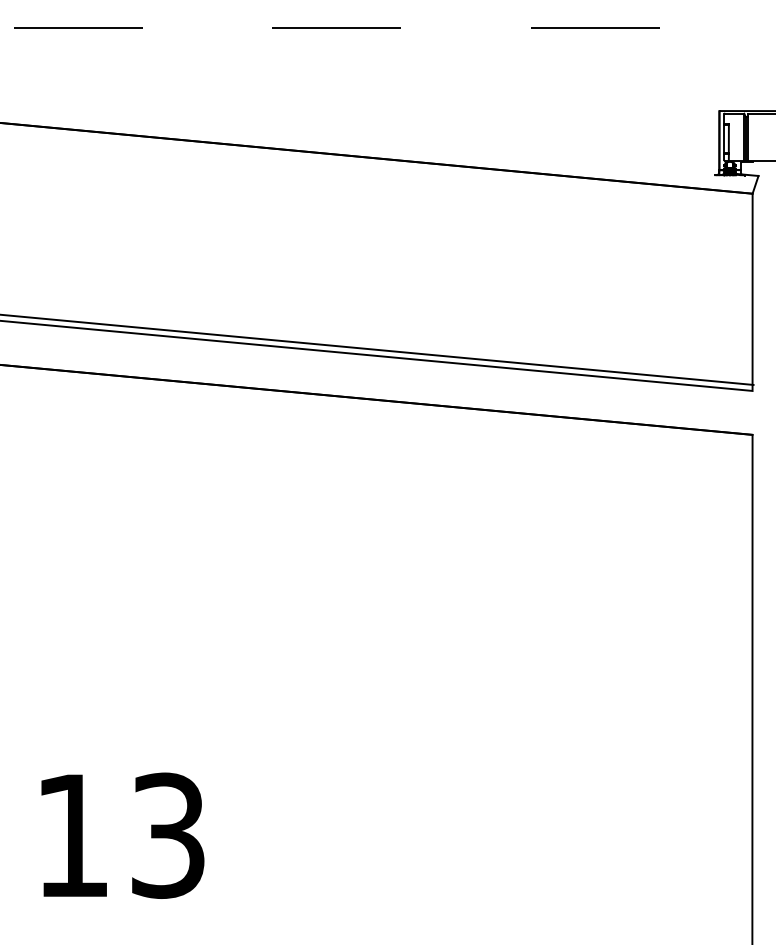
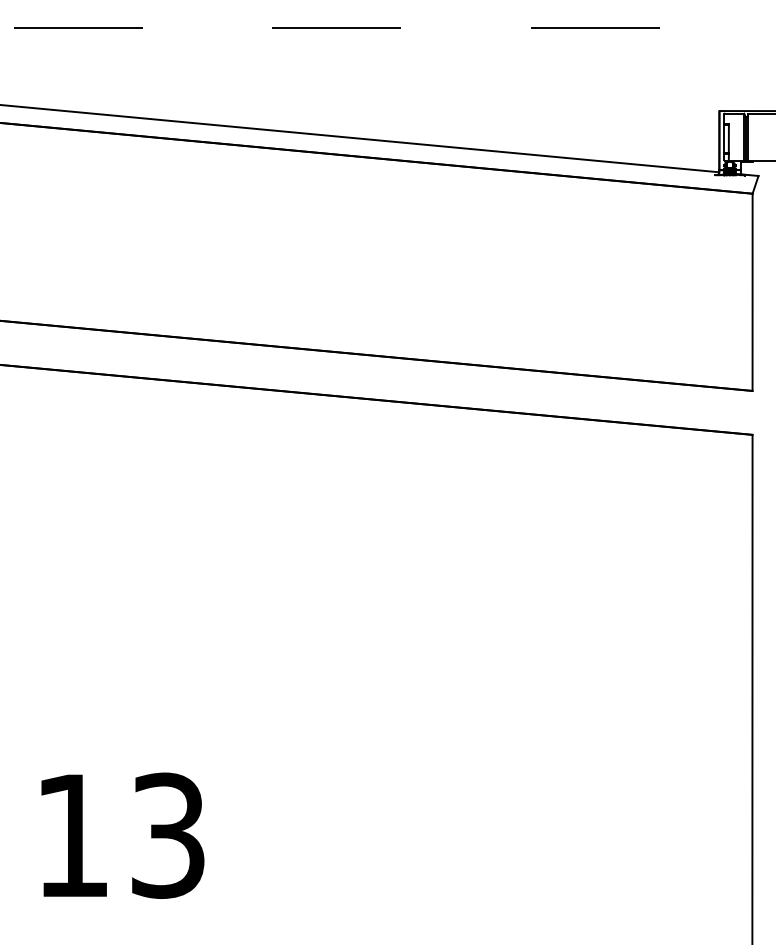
line at (359, 138): none -> present
line at (377, 349) position: (377, 349) -> (377, 355)
